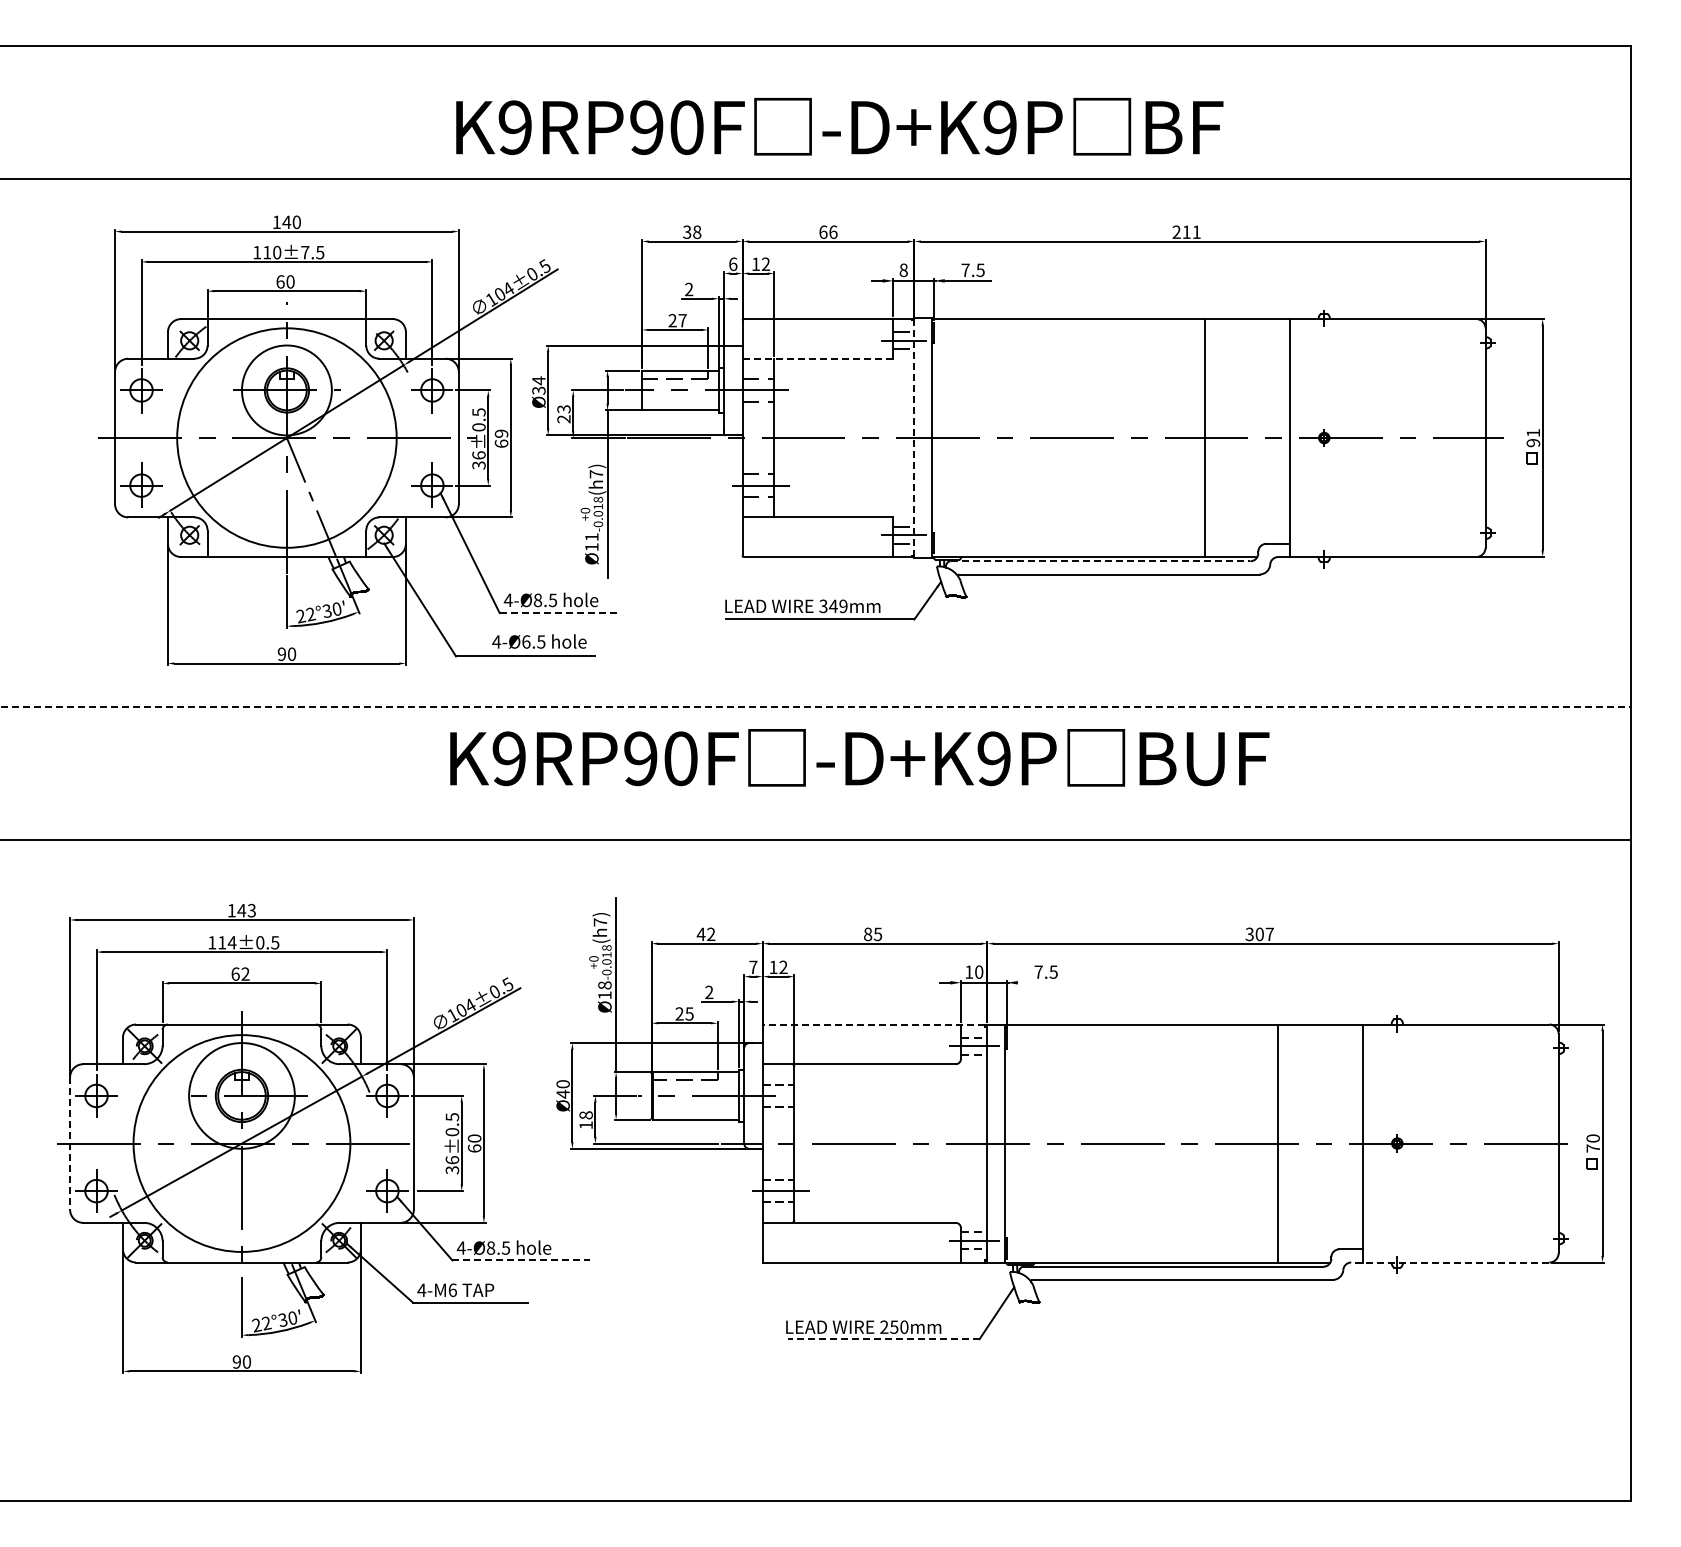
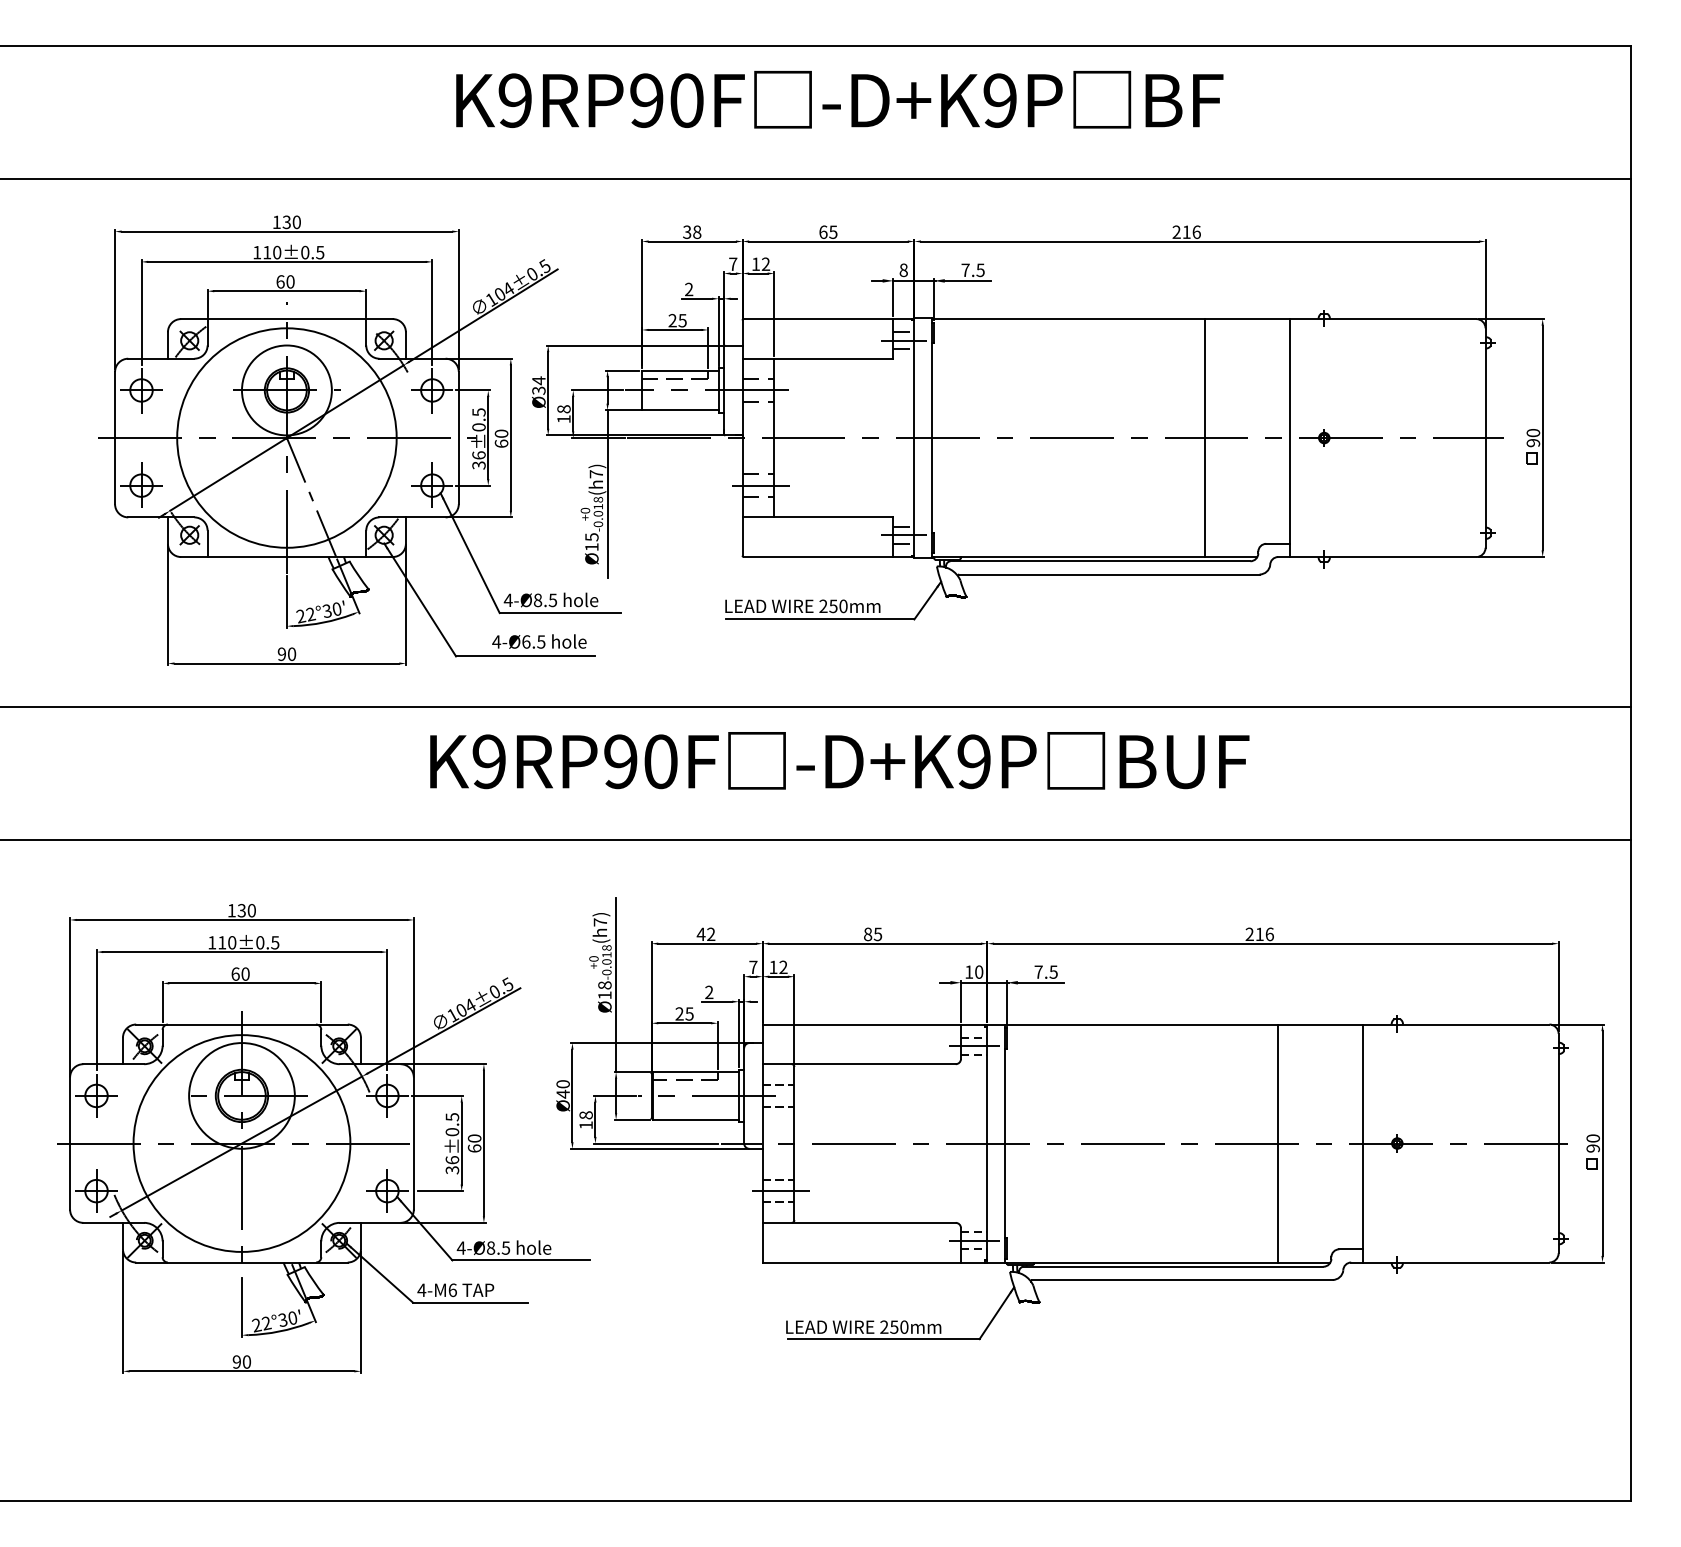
text at (839, 126) position: (839, 126) -> (839, 99)
text at (286, 222): 140 -> 130
text at (833, 231): 66 -> 65
text at (1196, 231): 211 -> 216
text at (305, 252): ±7.5 -> ±0.5
text at (733, 264): 6 -> 7
text at (682, 320): 27 -> 25
line at (817, 358): dashed -> solid
text at (563, 414): 23 -> 18
text at (501, 433): 69 -> 60
text at (1533, 433): 91 -> 90
line at (914, 438): dashed -> solid
text at (591, 537): Ø11 -> Ø15
line at (1100, 561): dashed -> solid
text at (833, 606): 349mm -> 250mm
line at (560, 613): dashed -> solid
line at (815, 707): dashed -> solid
text at (859, 757) position: (859, 757) -> (839, 760)
text at (246, 910): 143 -> 130
text at (1259, 934): 307 -> 216
text at (231, 942): 114 -> 110
text at (245, 973): 62 -> 60
line at (1040, 982): none -> present
line at (873, 1024): dashed -> solid
line at (70, 1144): dashed -> solid
text at (1592, 1148): 70 -> 90
line at (521, 1260): dashed -> solid
line at (1449, 1262): dashed -> solid
line at (883, 1339): dashed -> solid
